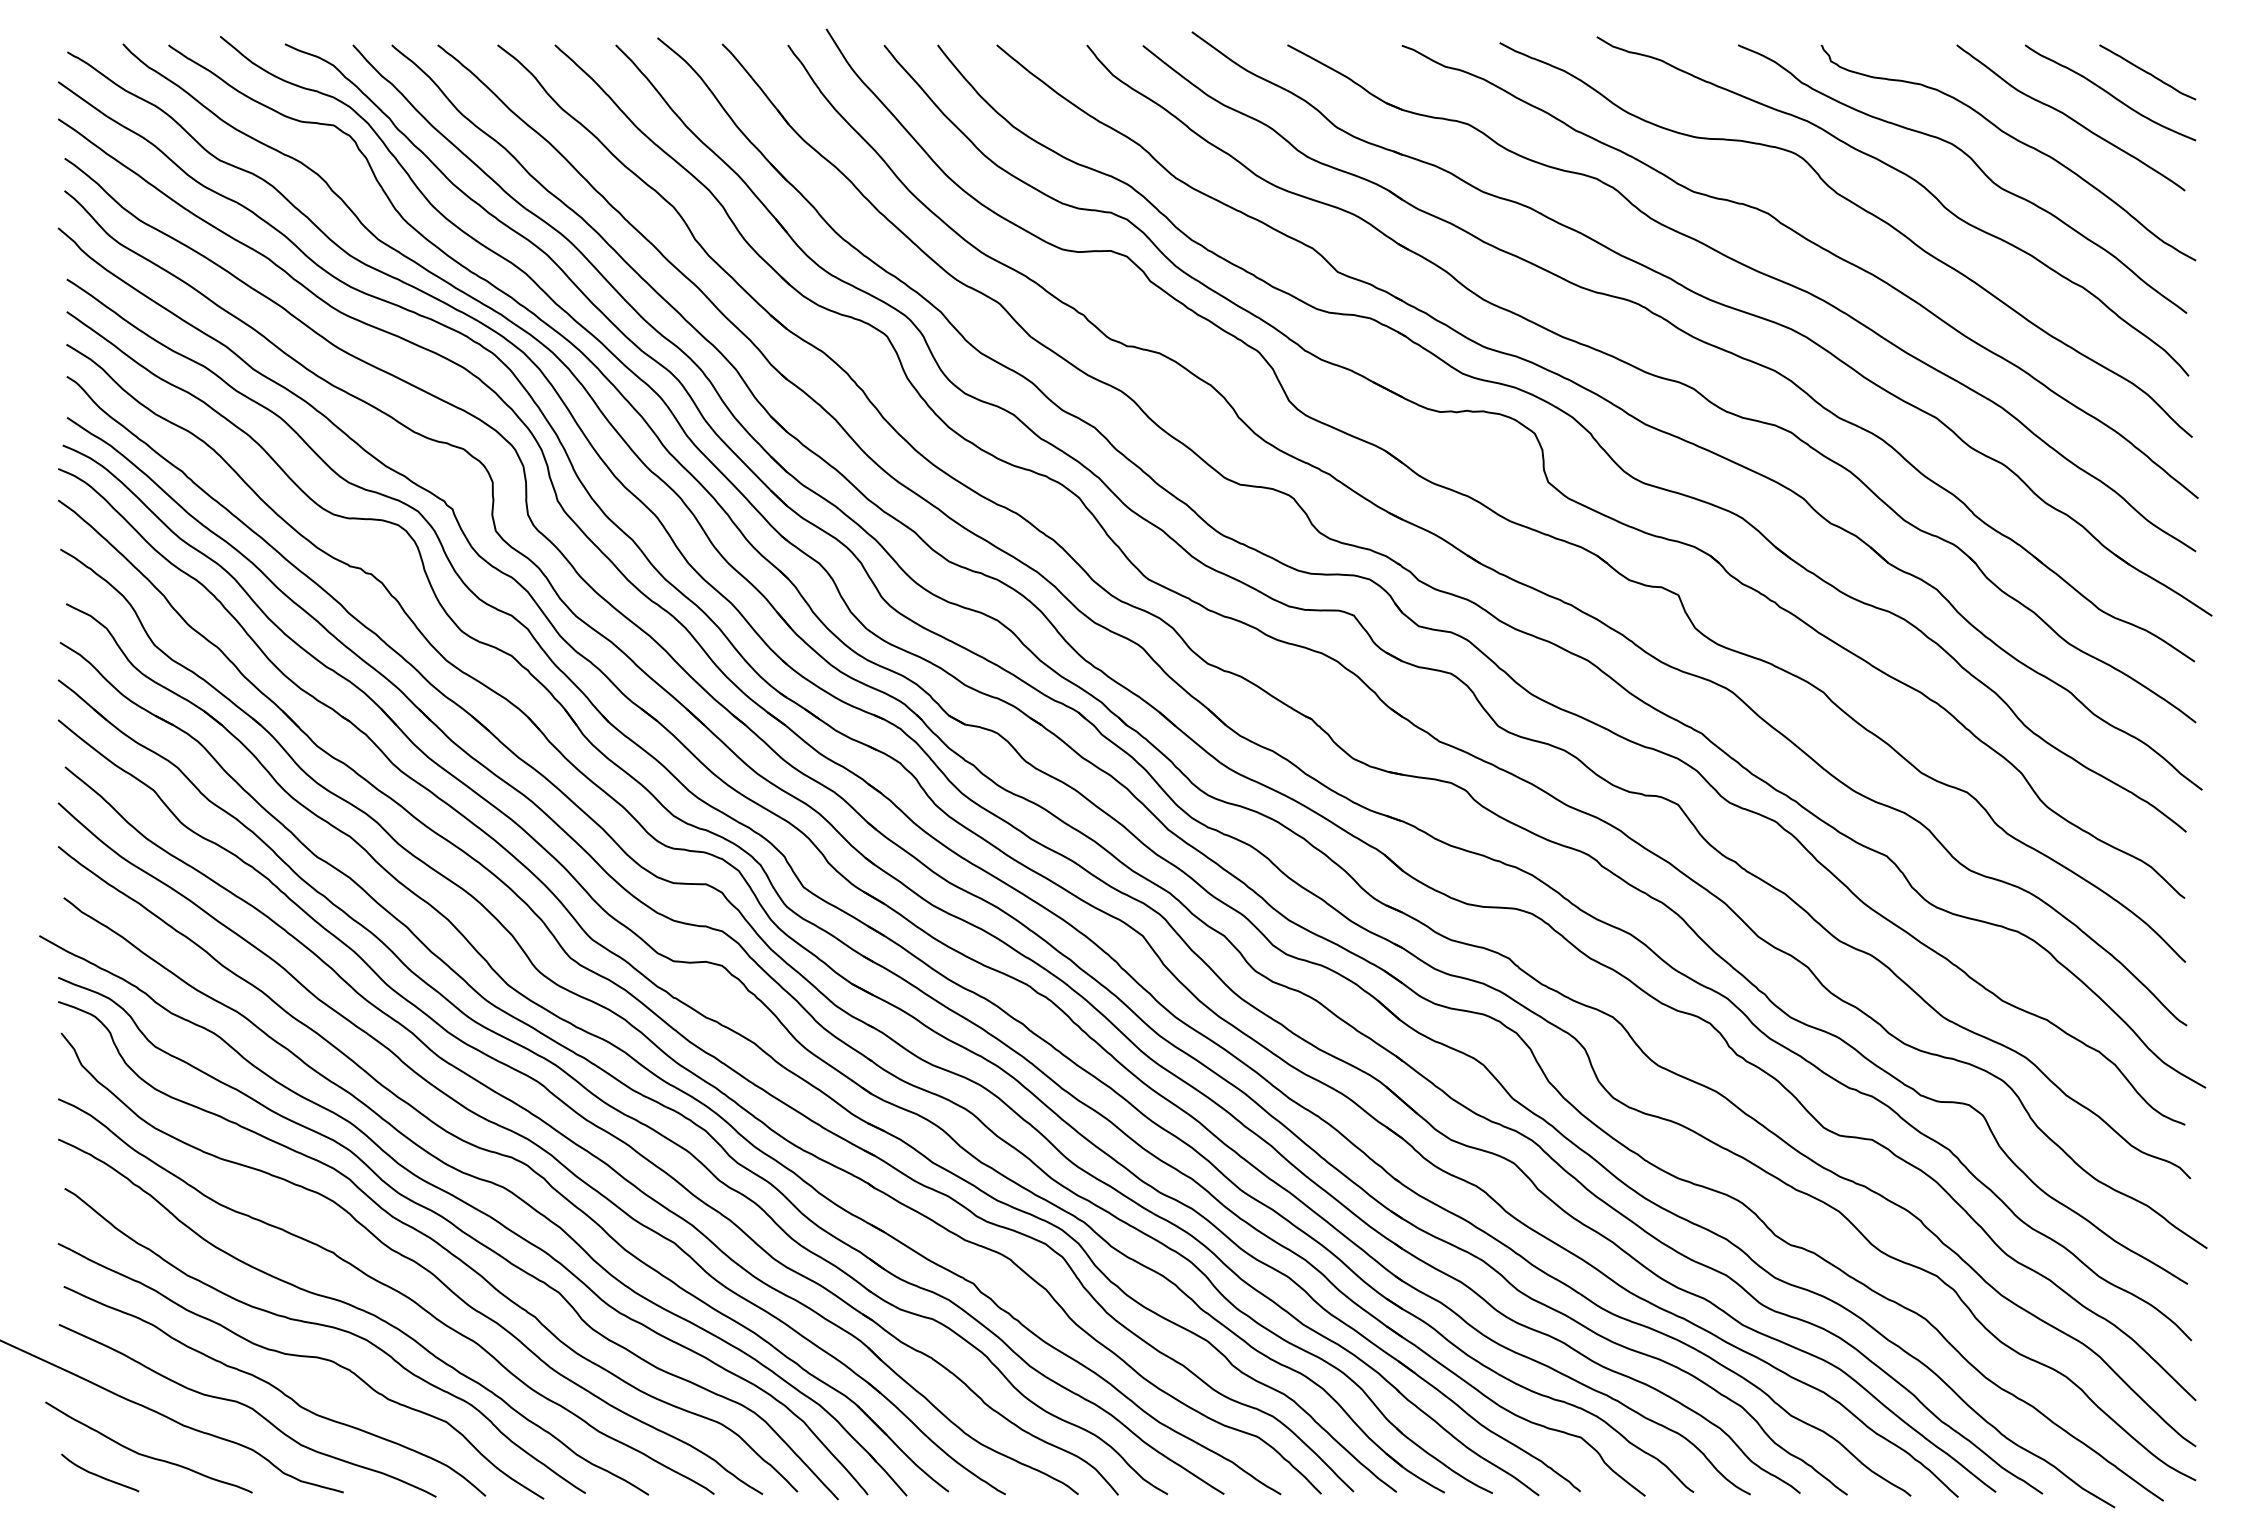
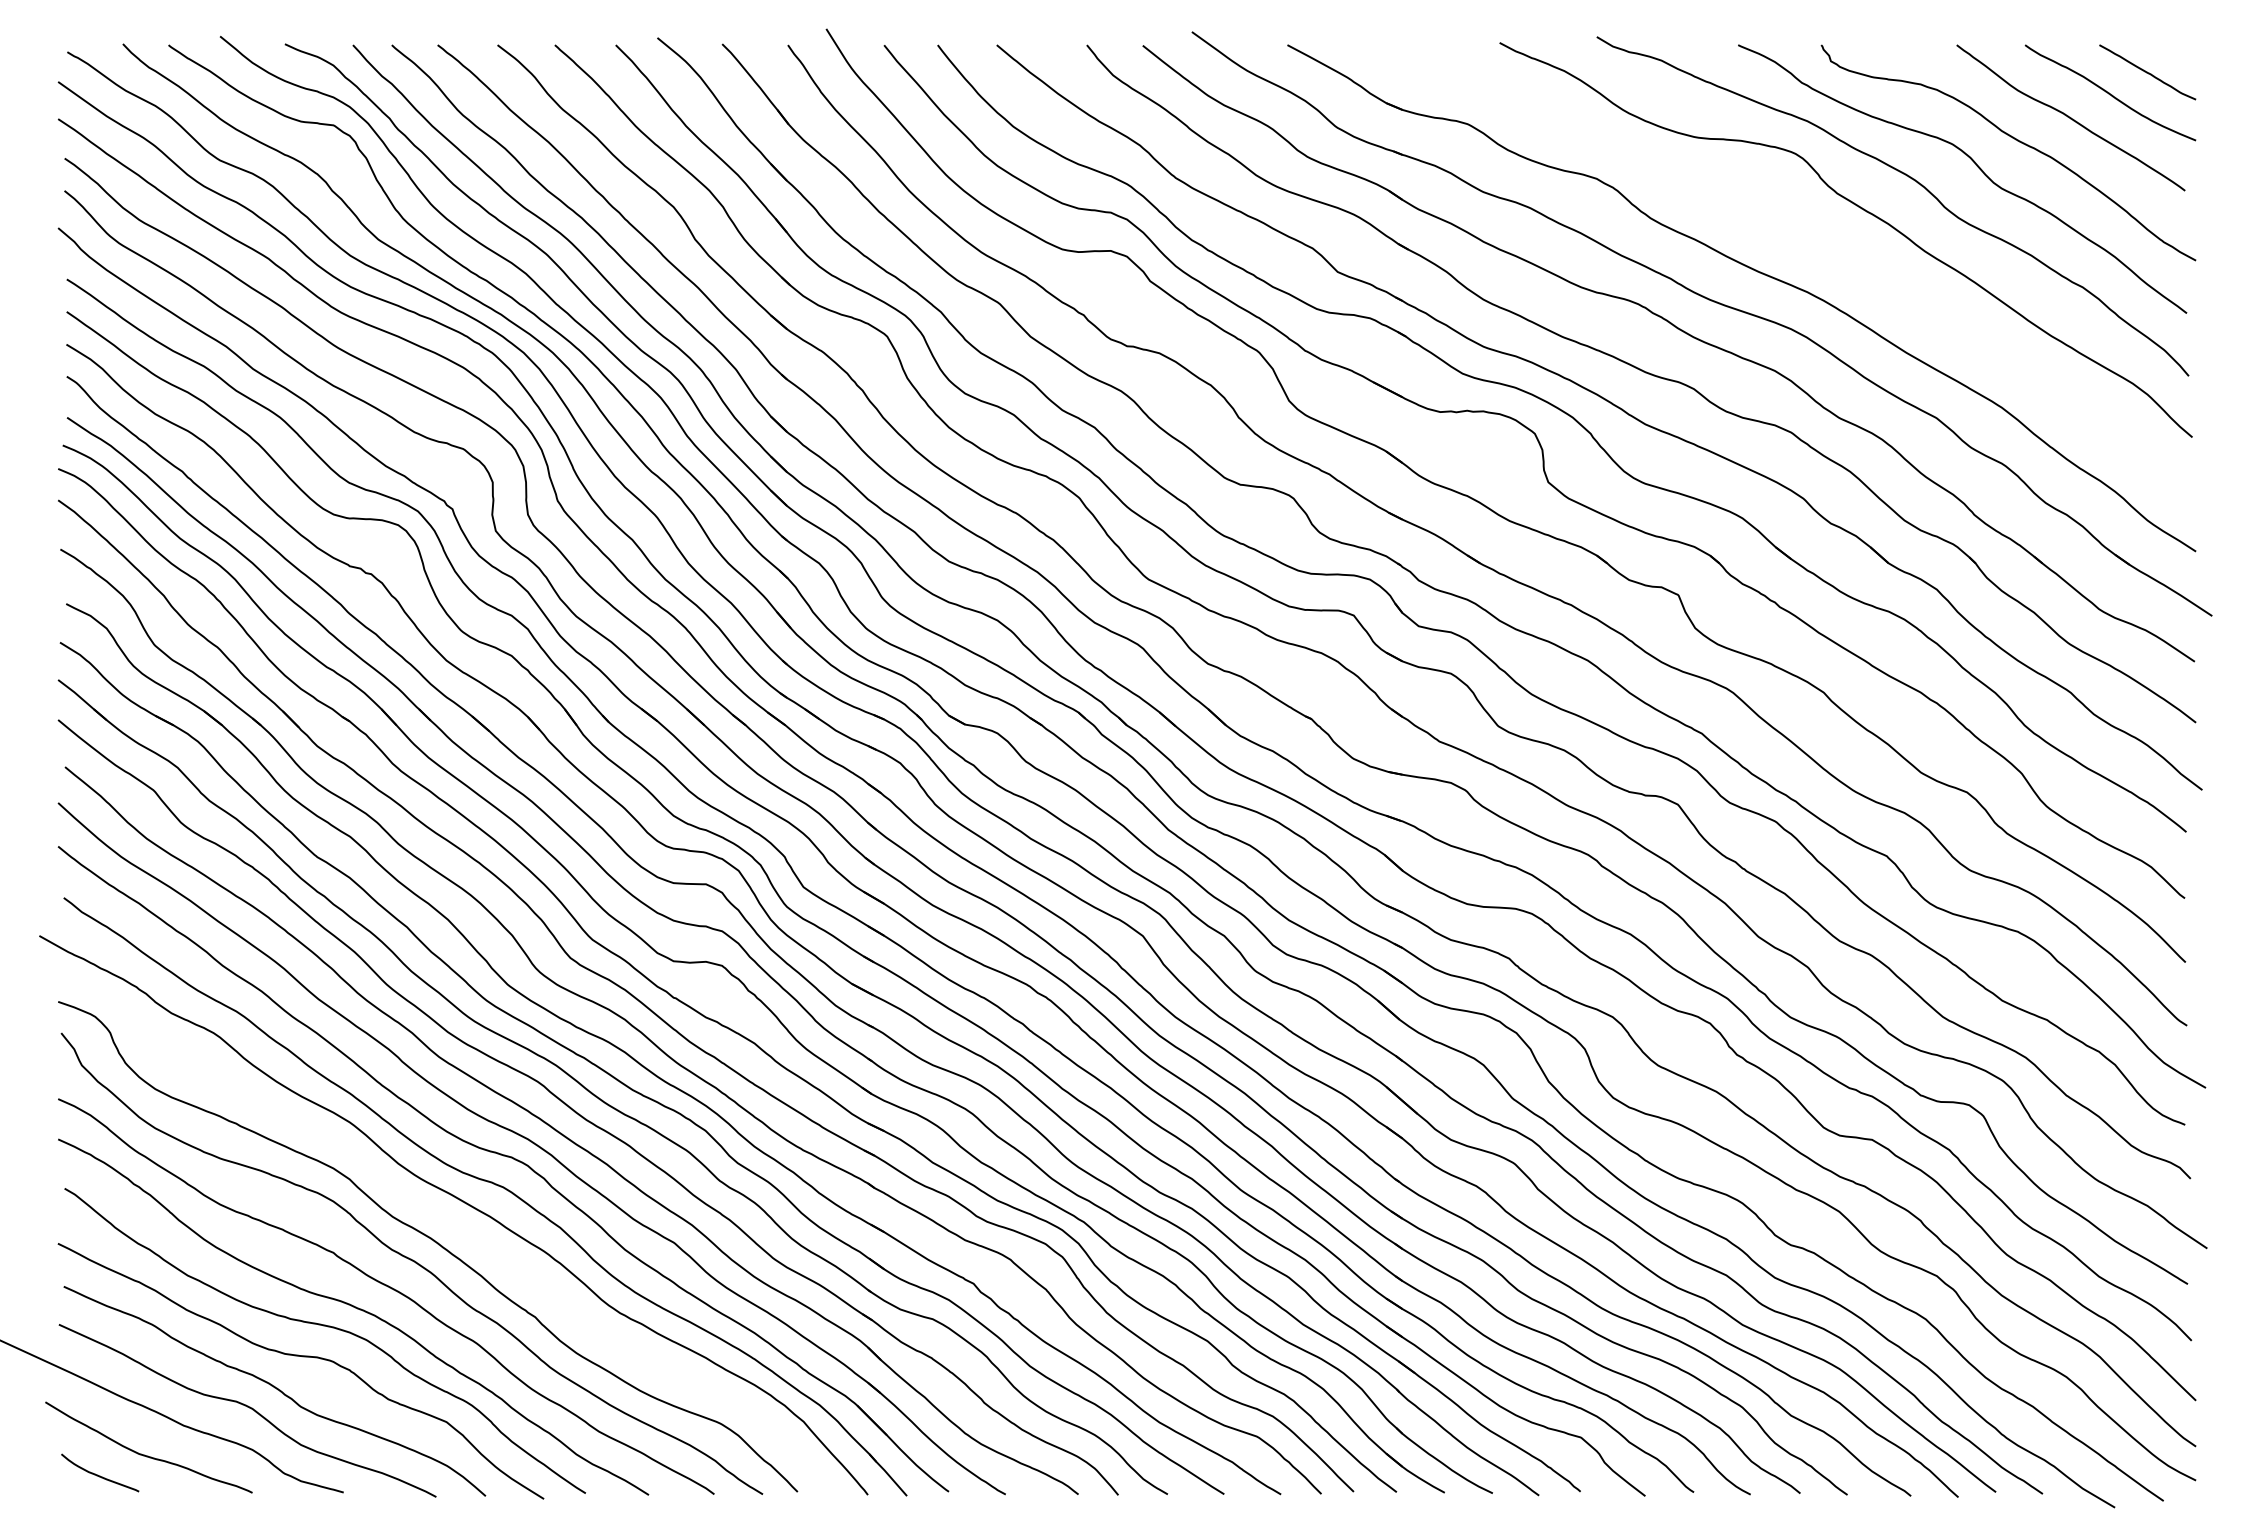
curve at (1813, 244): present -> none
curve at (457, 1229): present -> none
